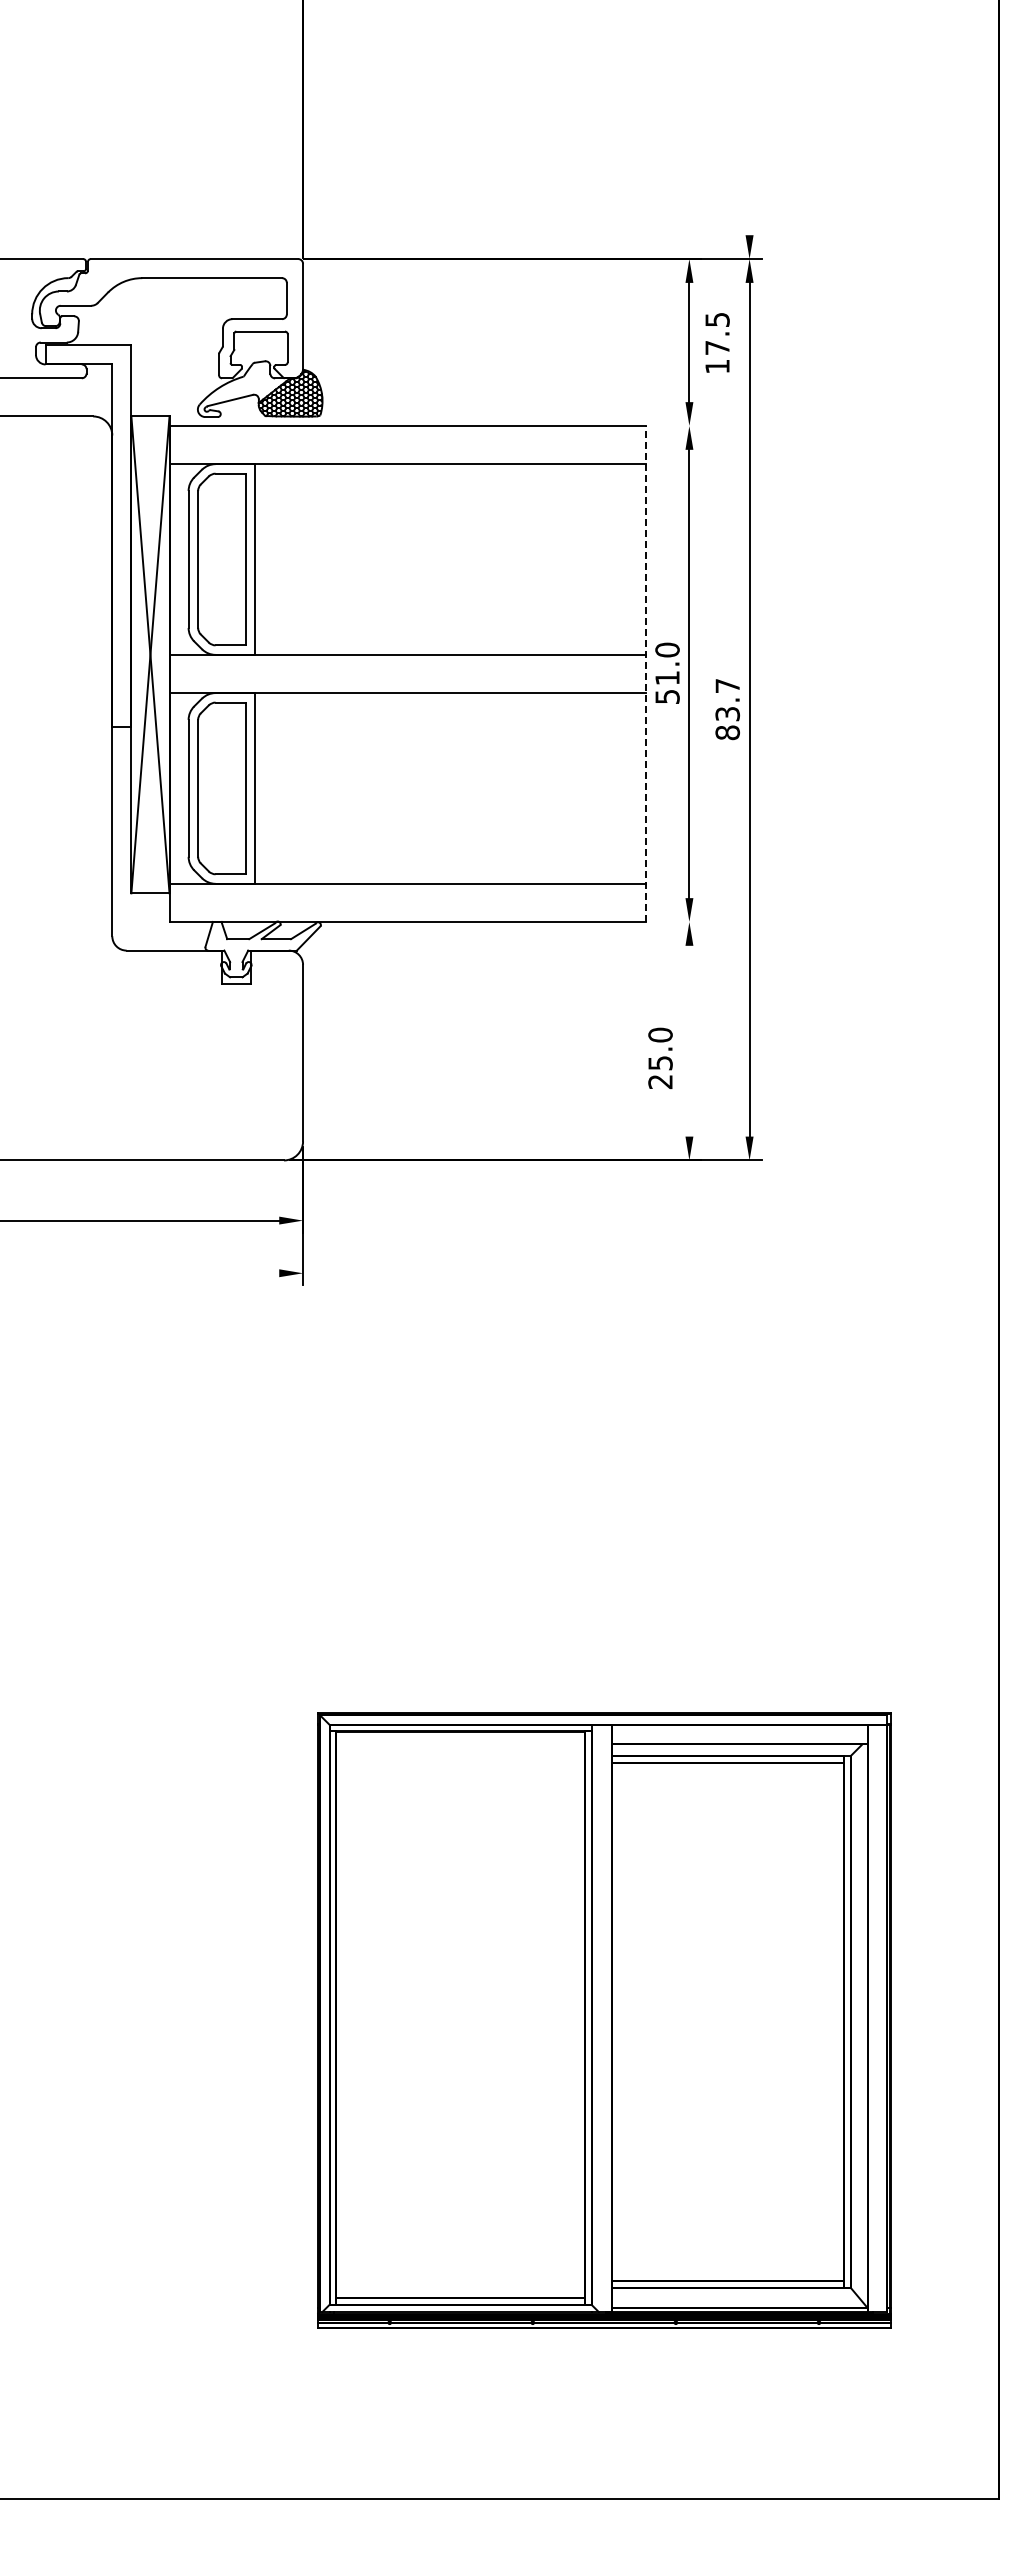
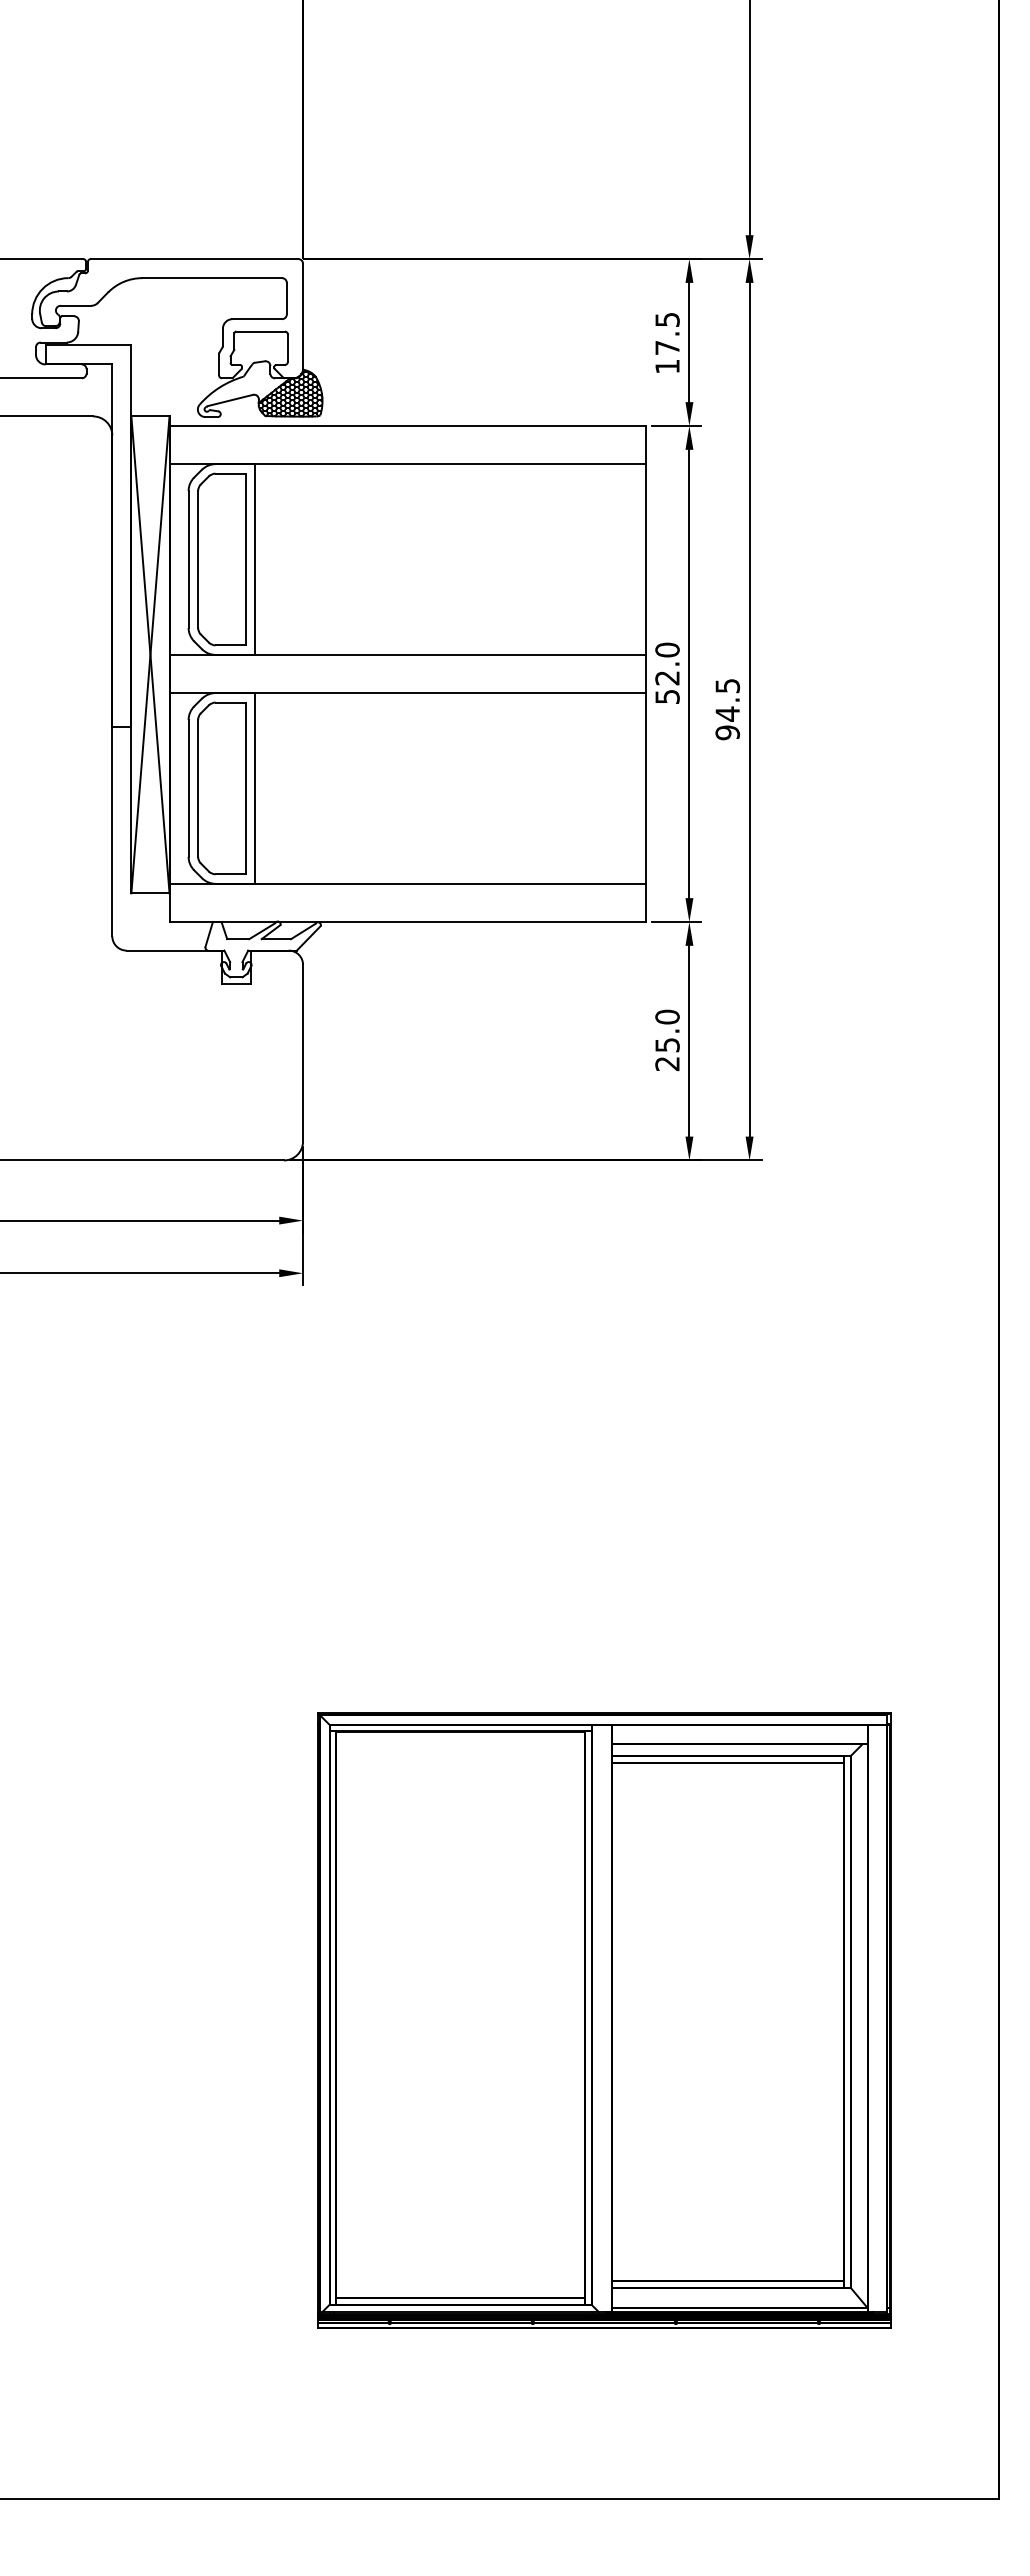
line at (749, 118): none -> present
text at (717, 342) position: (717, 342) -> (667, 342)
line at (676, 425): none -> present
line at (646, 673): dashed -> solid
text at (667, 678): 51.0 -> 52.0
text at (727, 709): 83.7 -> 94.5
line at (676, 921): none -> present
line at (689, 1040): none -> present
text at (660, 1057) position: (660, 1057) -> (667, 1039)
line at (140, 1273): none -> present
